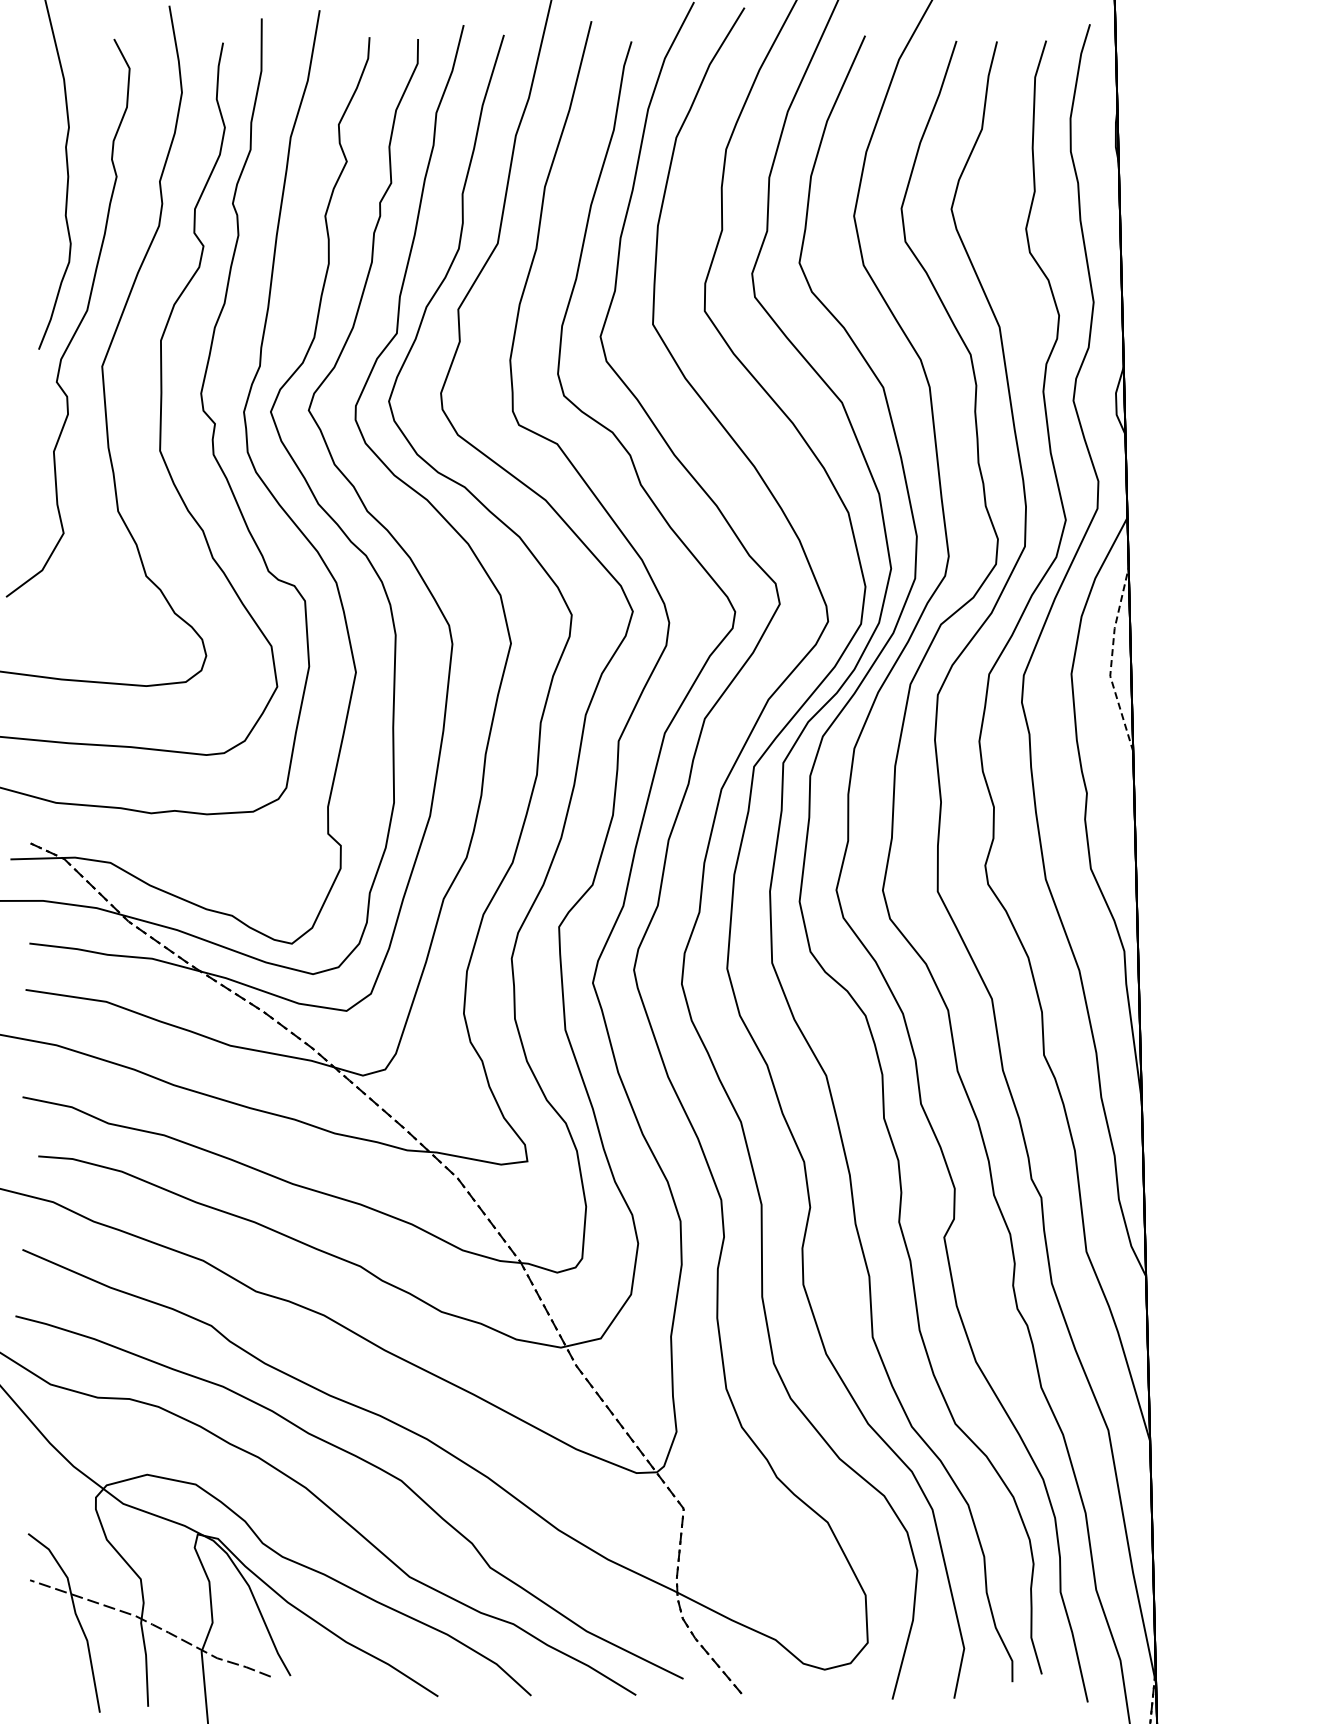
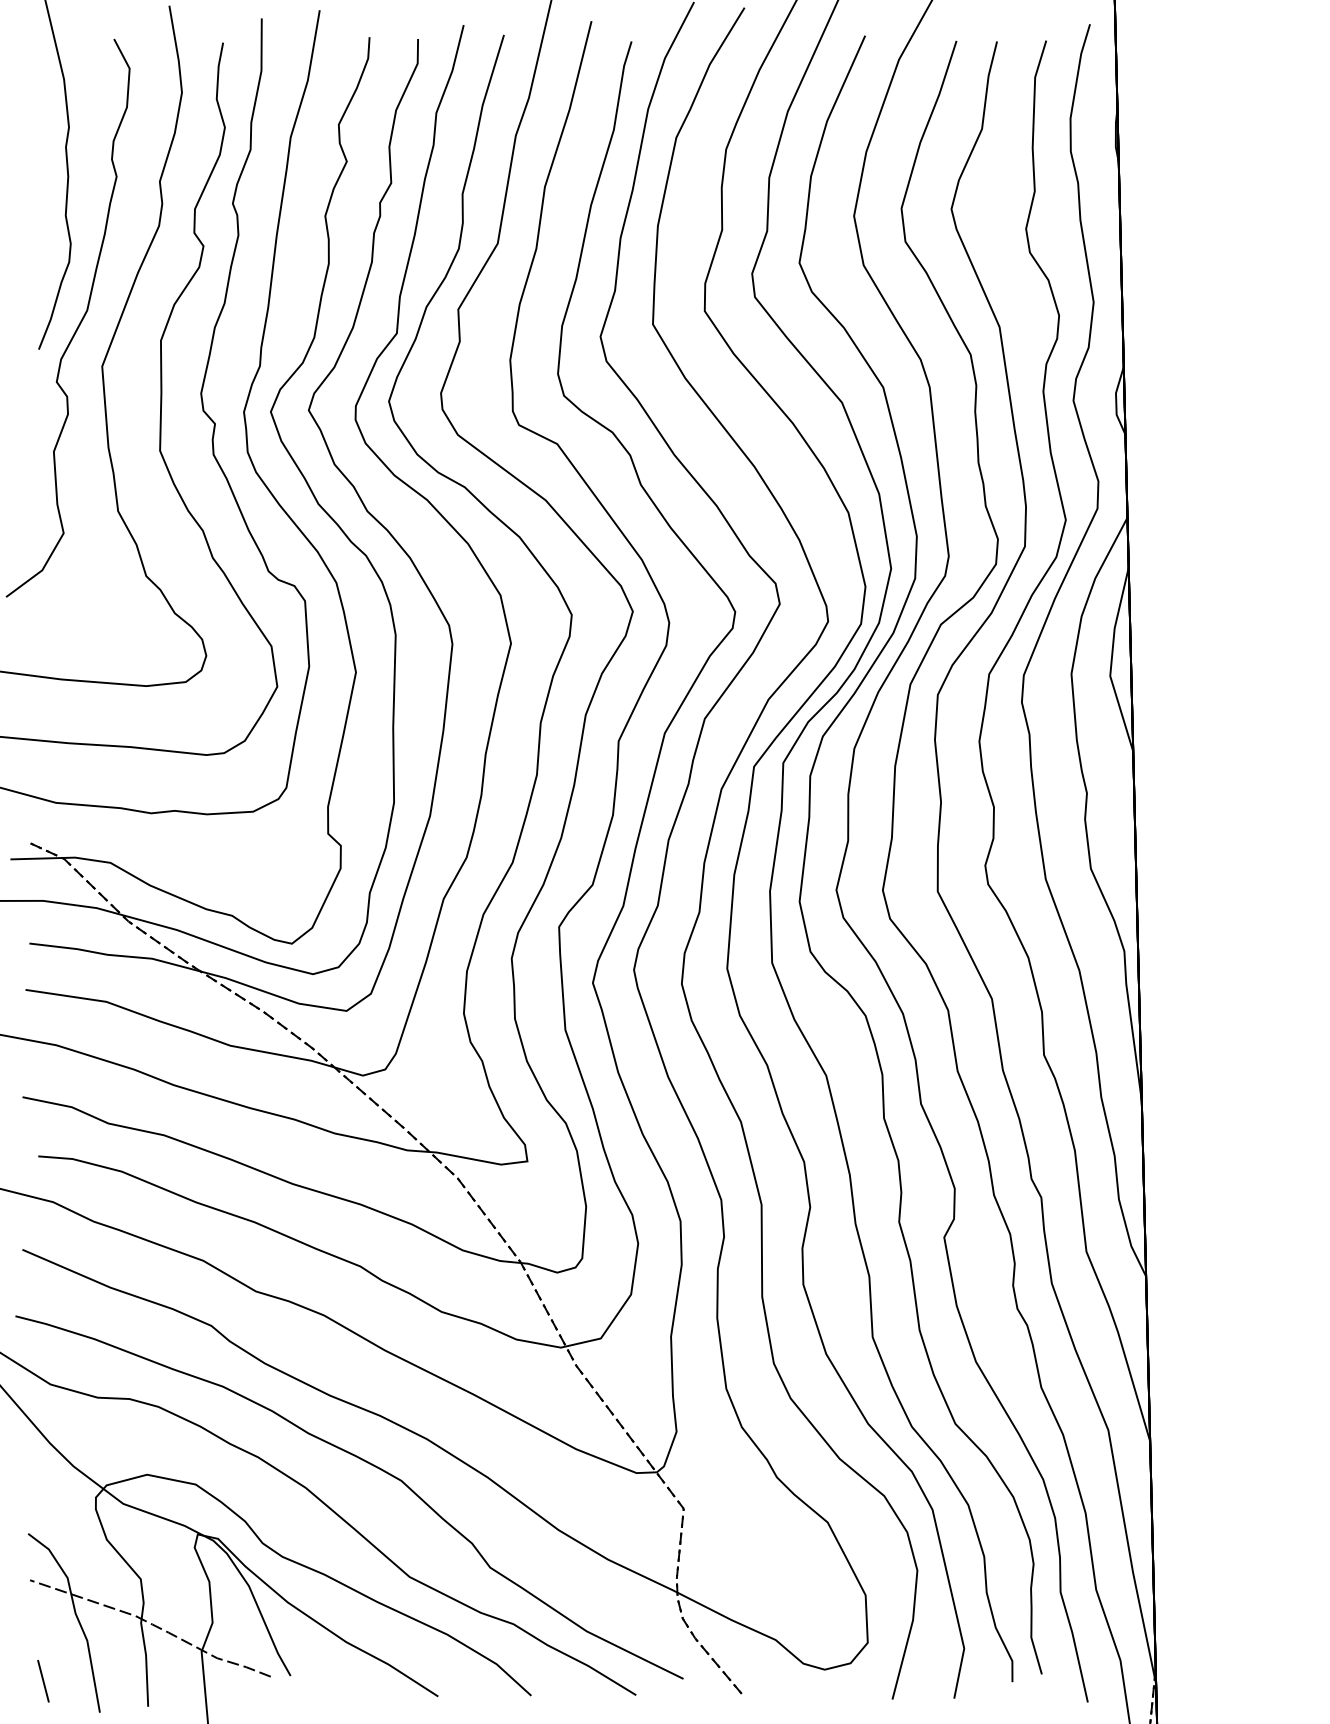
line at (1111, 660): dashed -> solid
line at (43, 1681): none -> present
